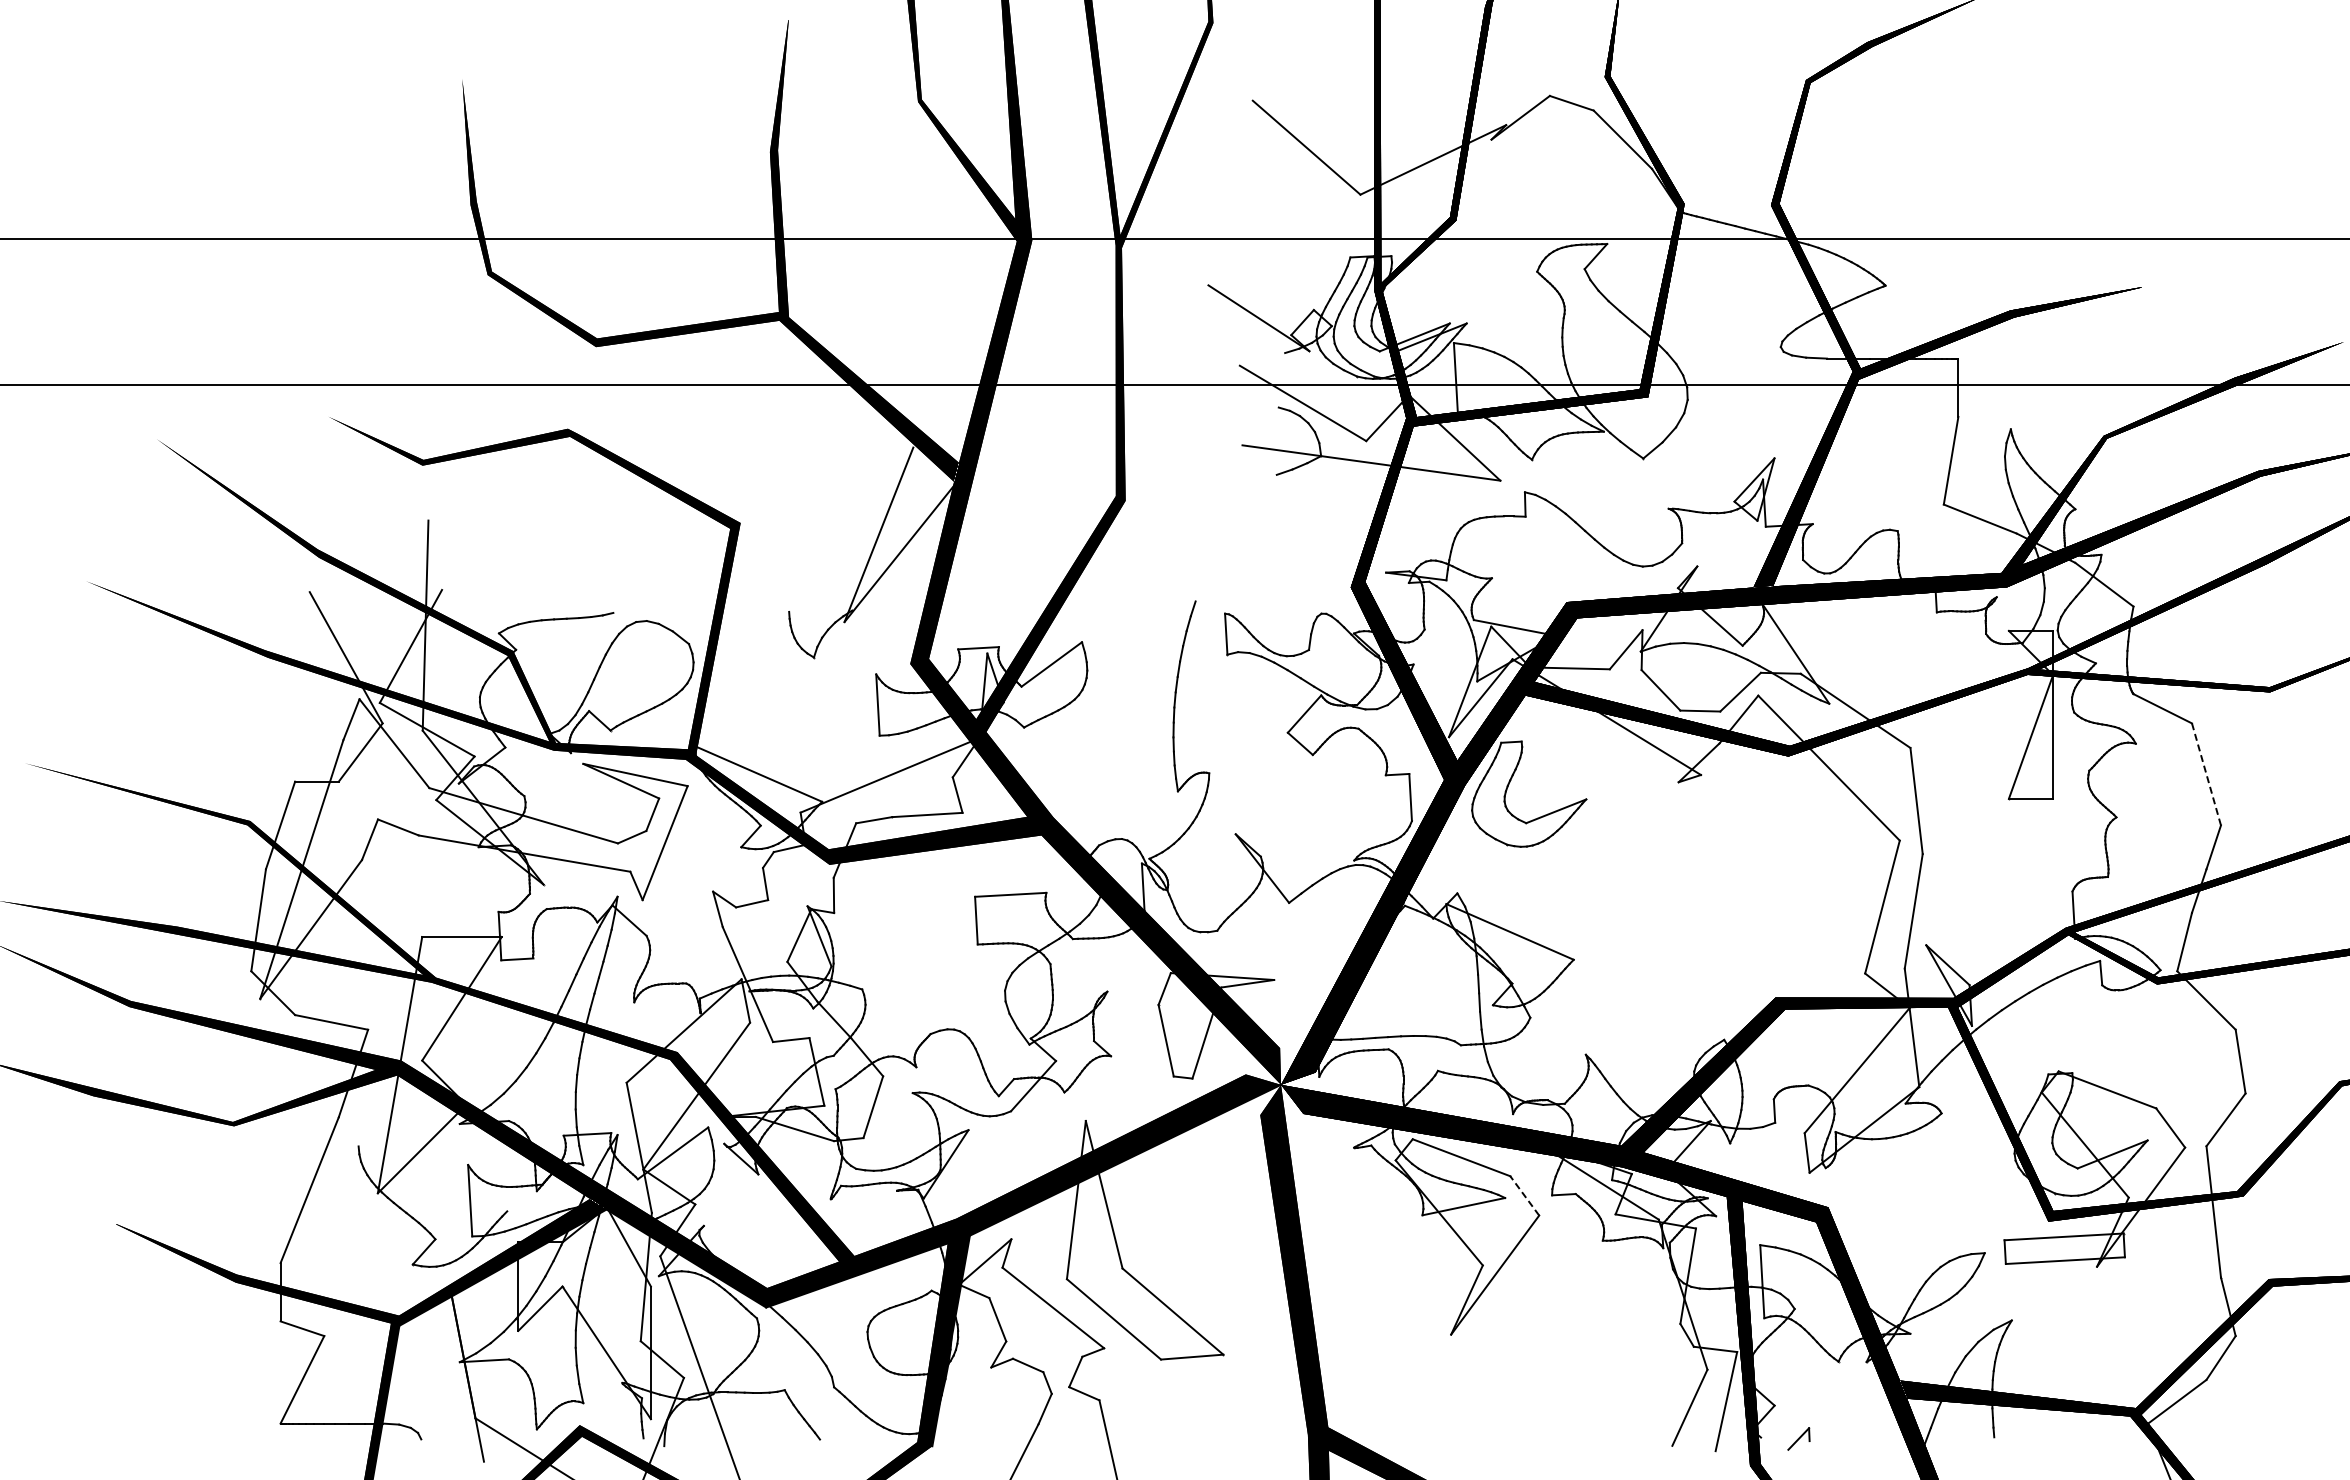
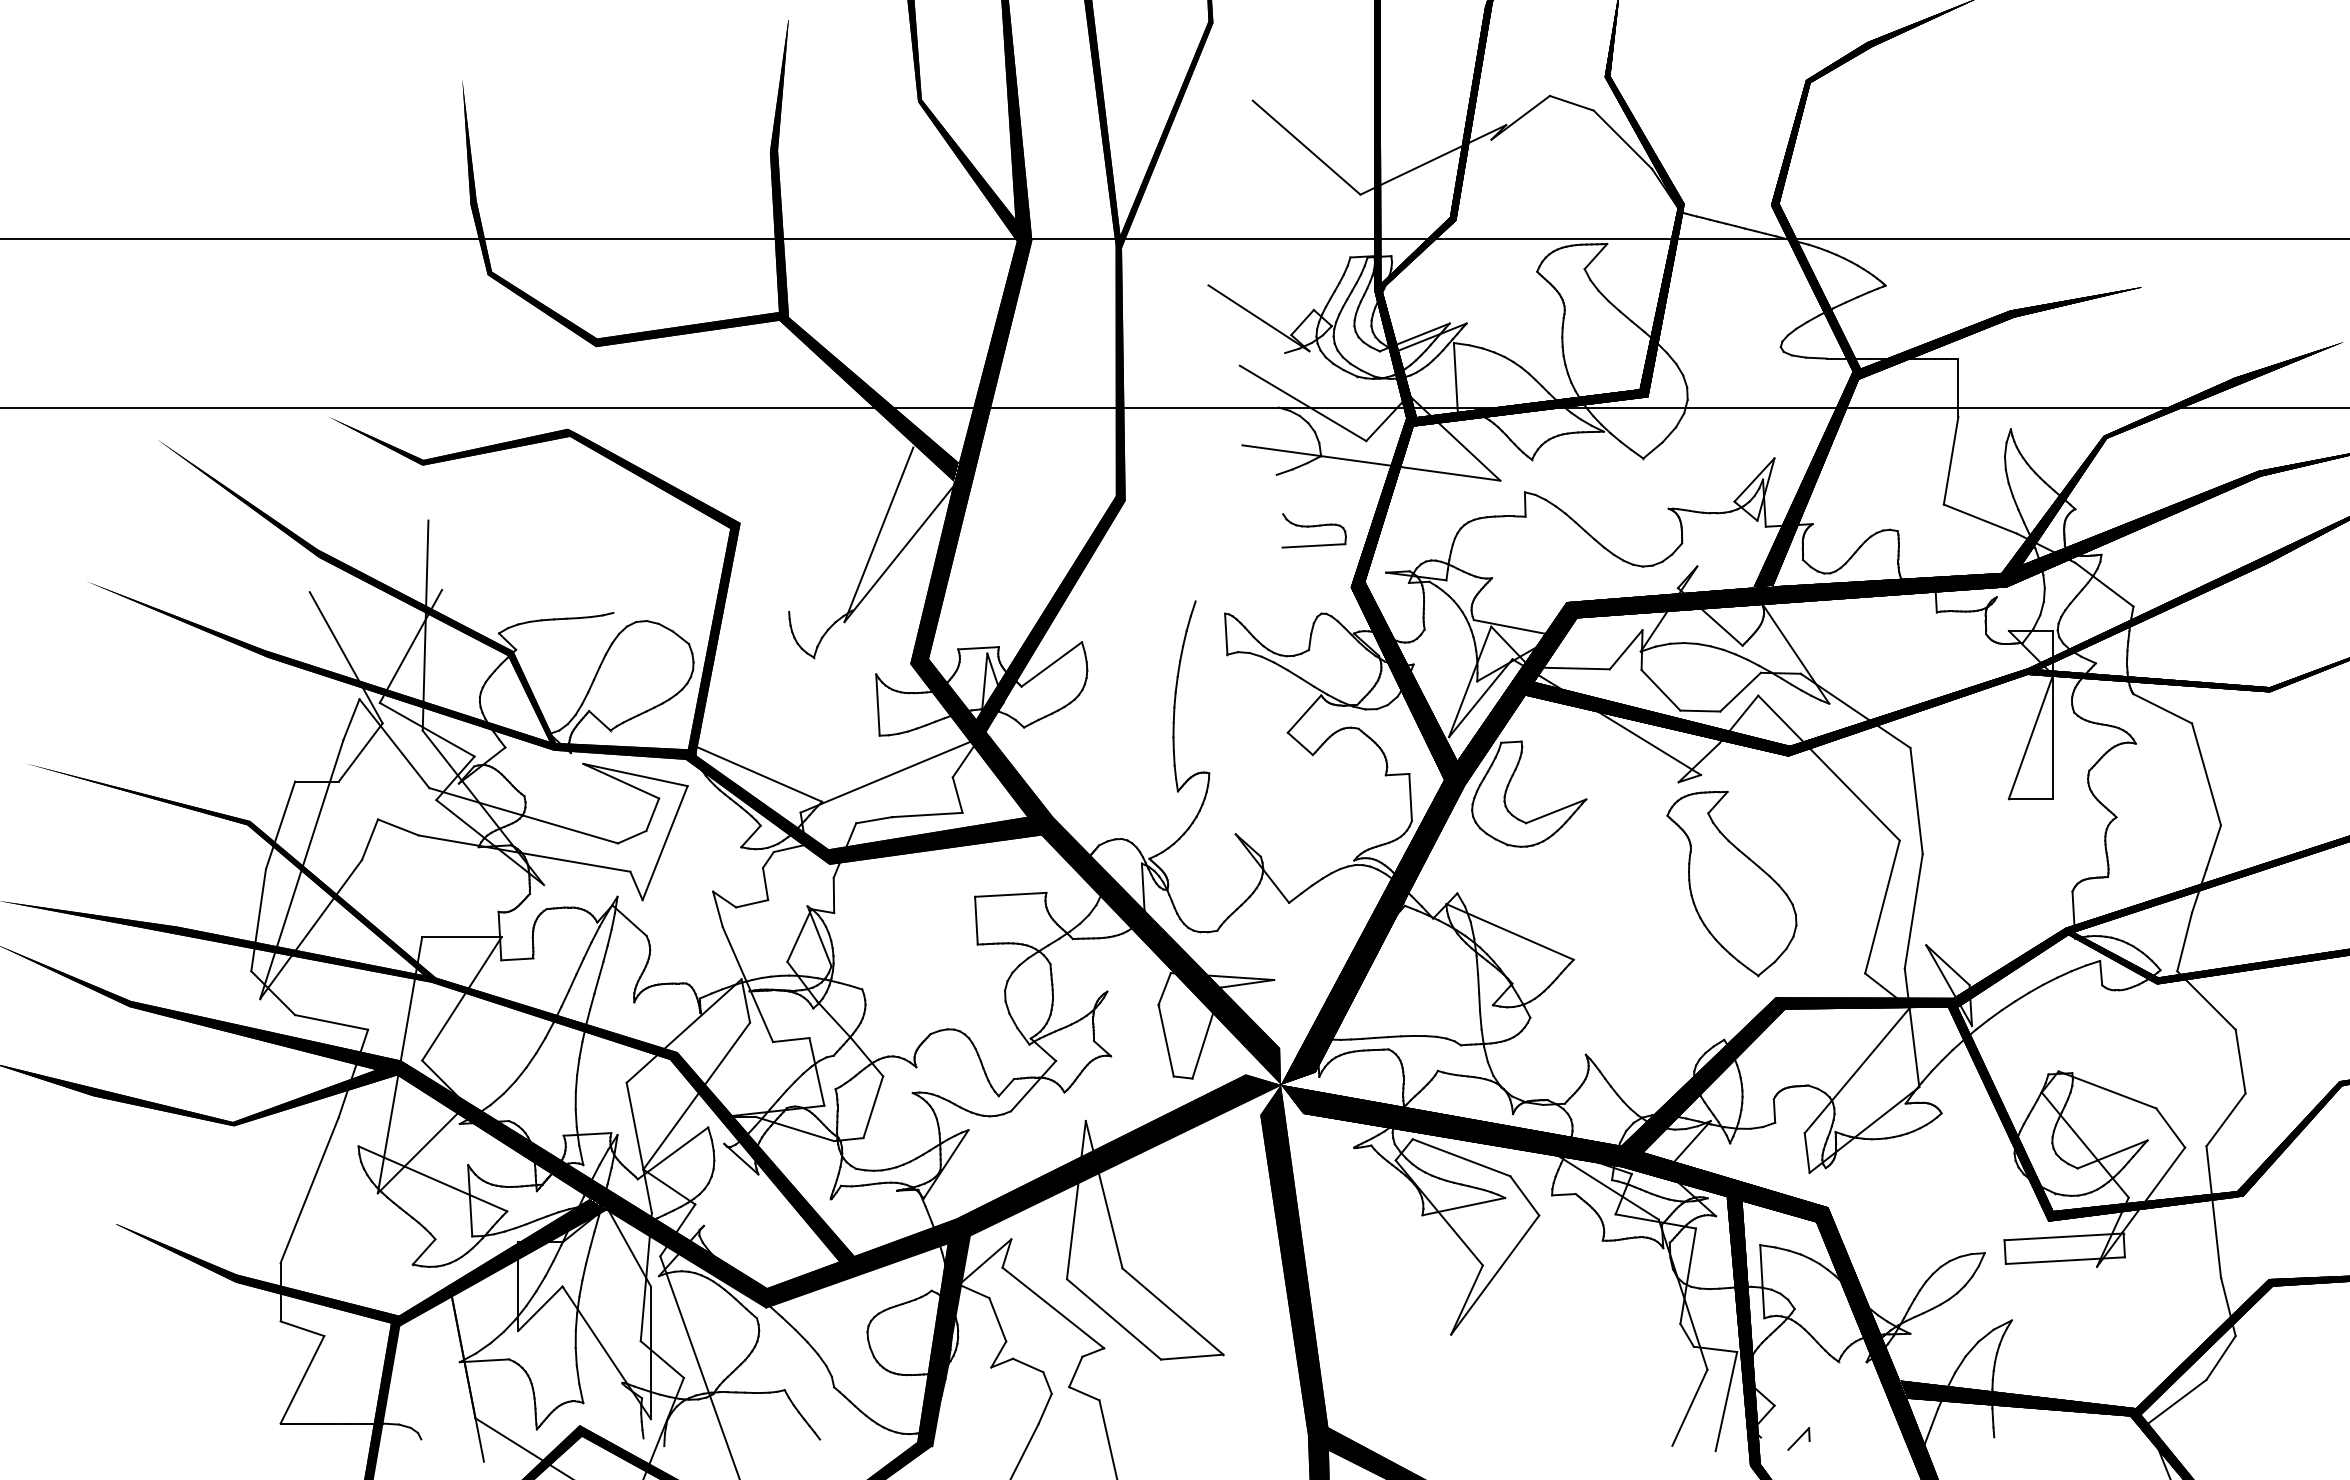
line at (1174, 385) position: (1174, 385) -> (1174, 408)
part at (1313, 530): none -> present
line at (2206, 774): dashed -> solid
part at (1731, 883): none -> present
line at (432, 1178): none -> present
line at (1524, 1195): dashed -> solid
